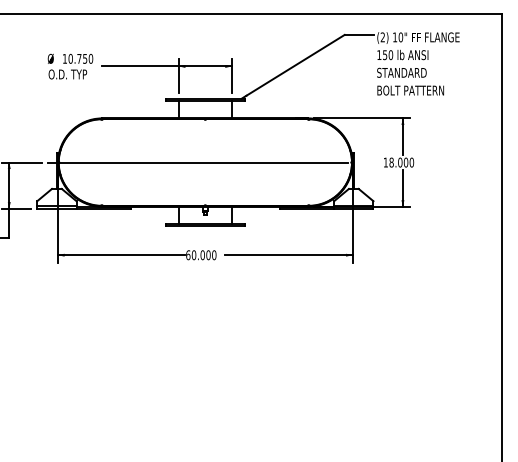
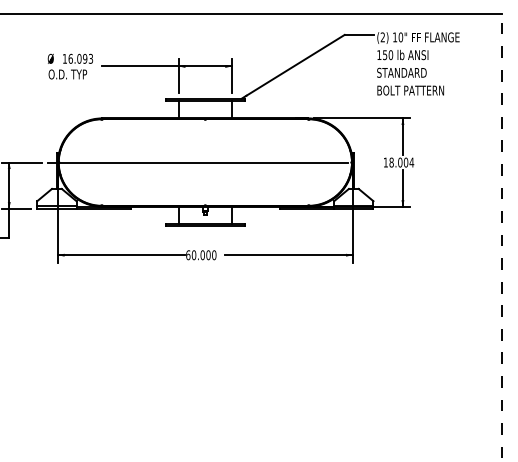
text at (80, 58): 10.750 -> 16.093
text at (411, 162): 18.000 -> 18.004
line at (502, 237): solid -> dashed
